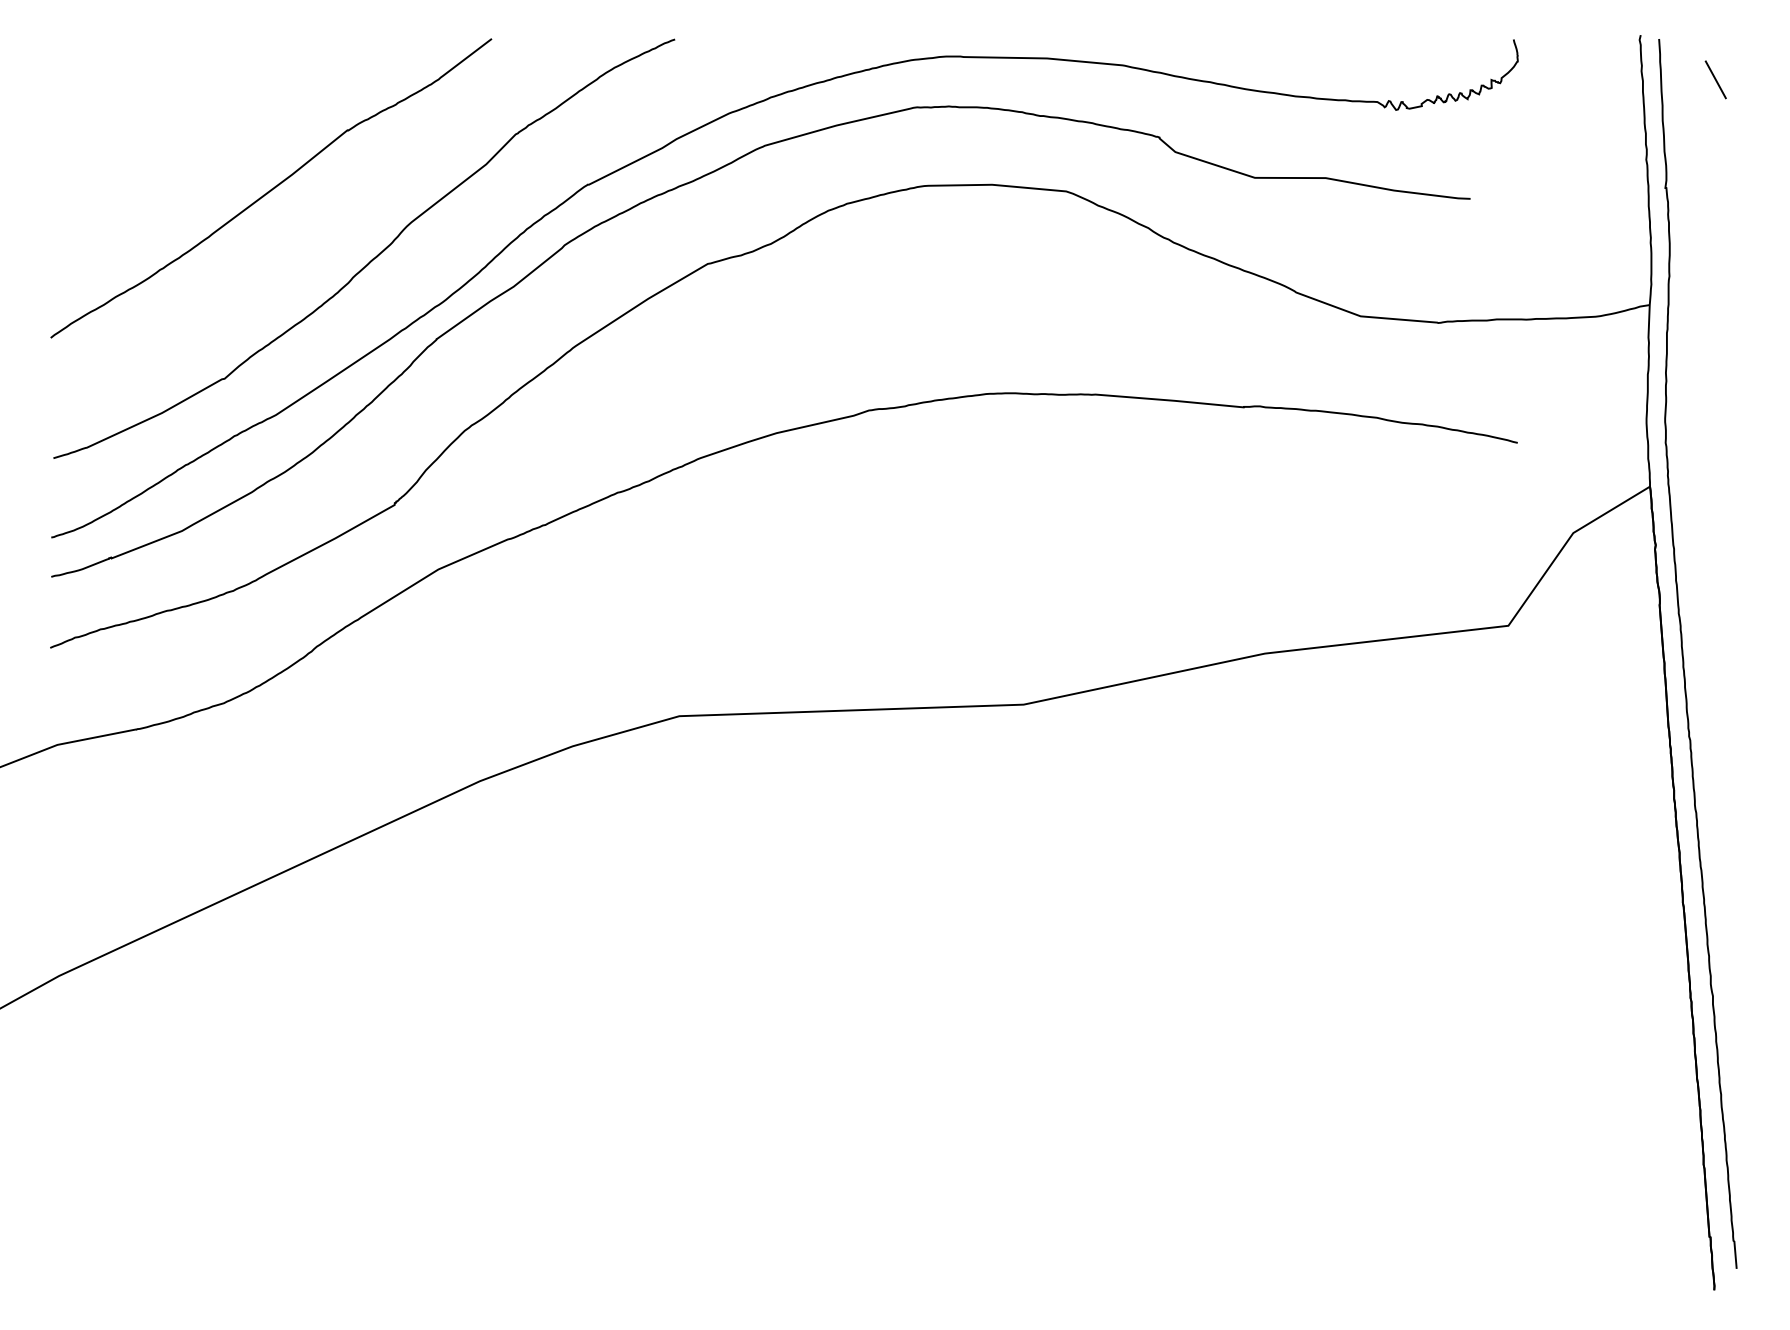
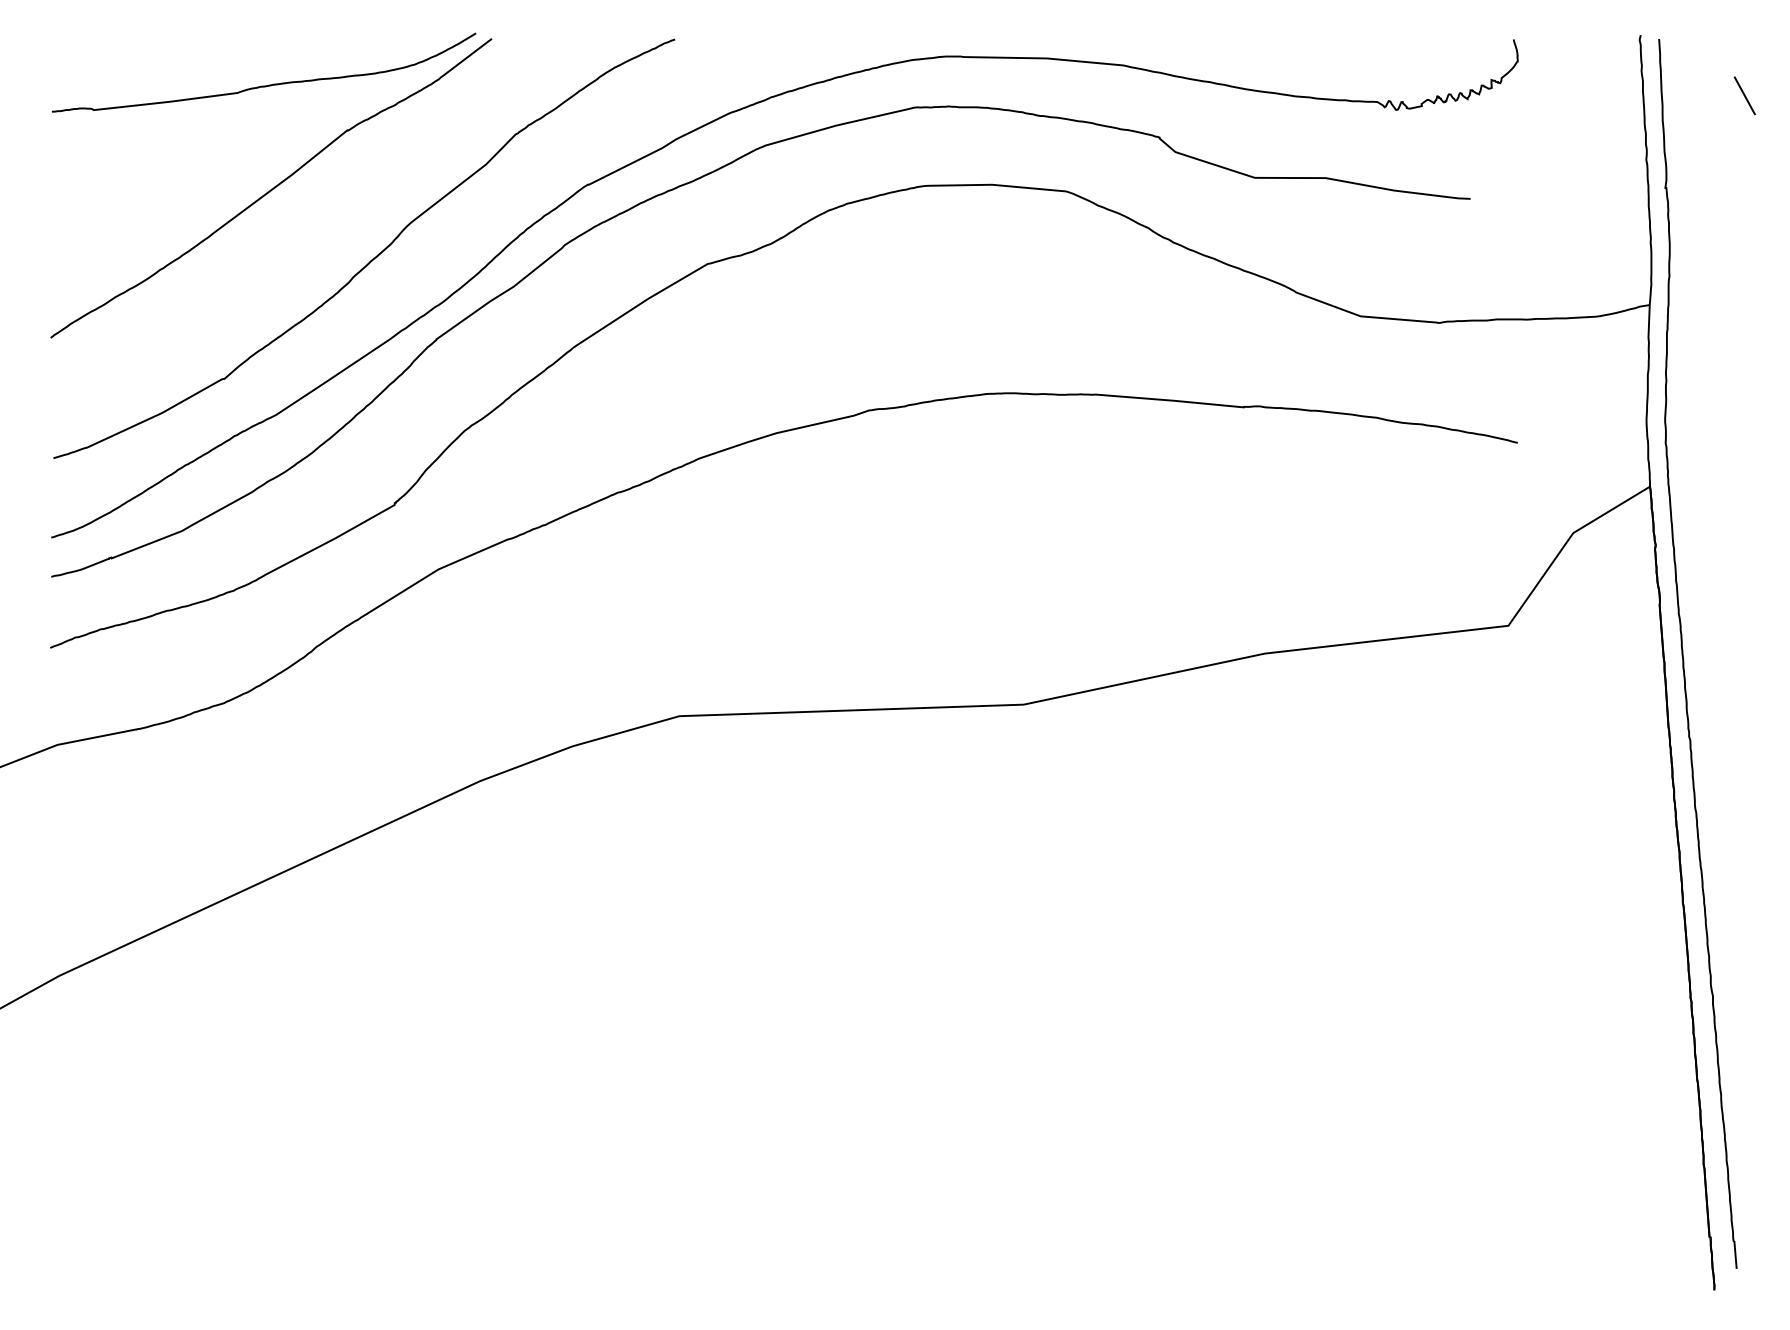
line at (1715, 79) position: (1715, 79) -> (1744, 95)
curve at (268, 84): none -> present
